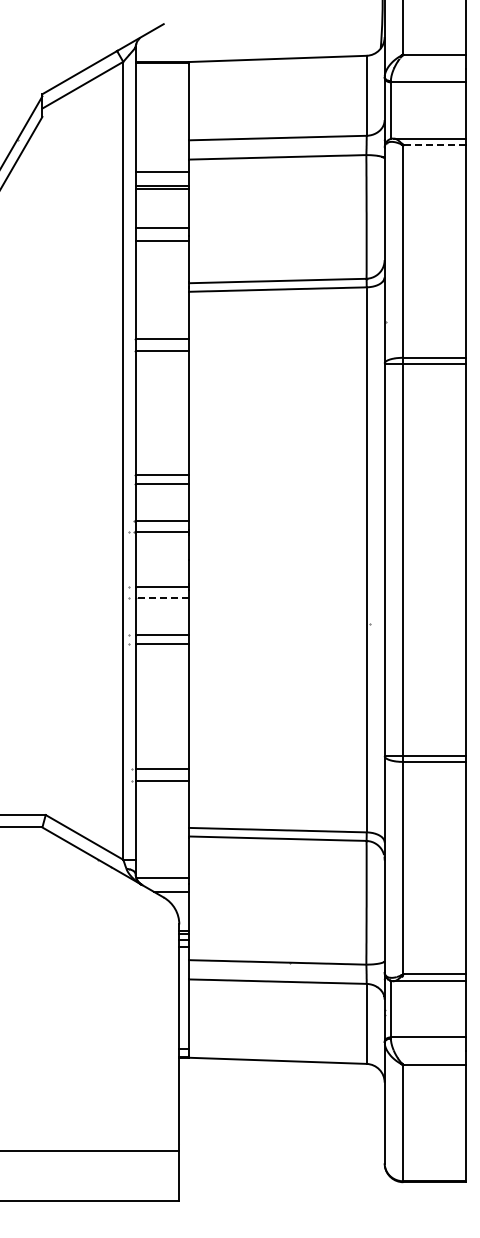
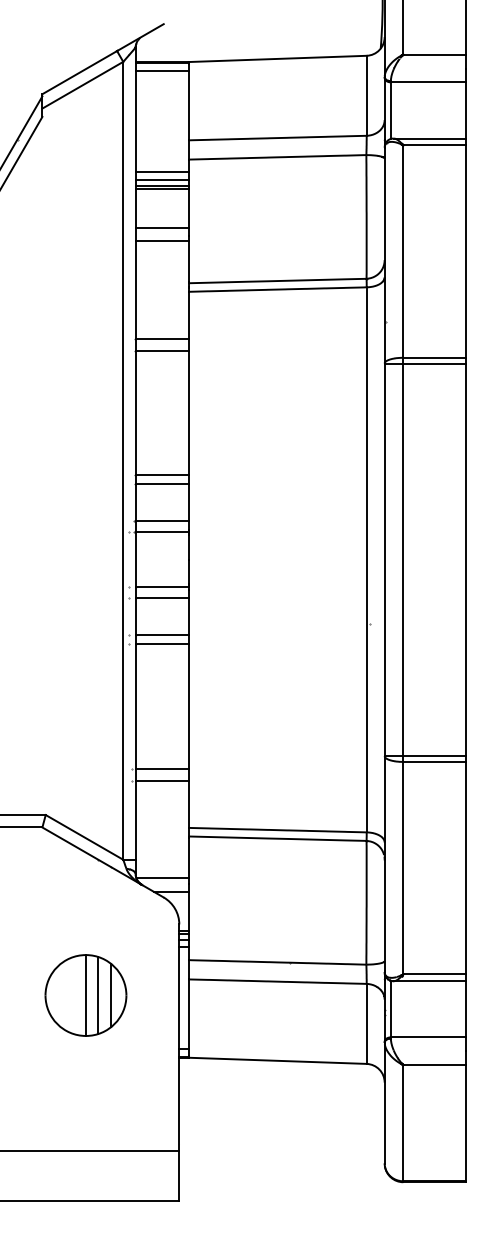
line at (161, 70): none -> present
line at (433, 145): dashed -> solid
line at (161, 180): none -> present
line at (161, 598): dashed -> solid
part at (85, 995): none -> present
